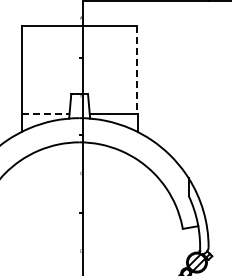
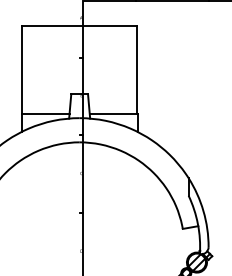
line at (137, 70): dashed -> solid
line at (46, 114): dashed -> solid
